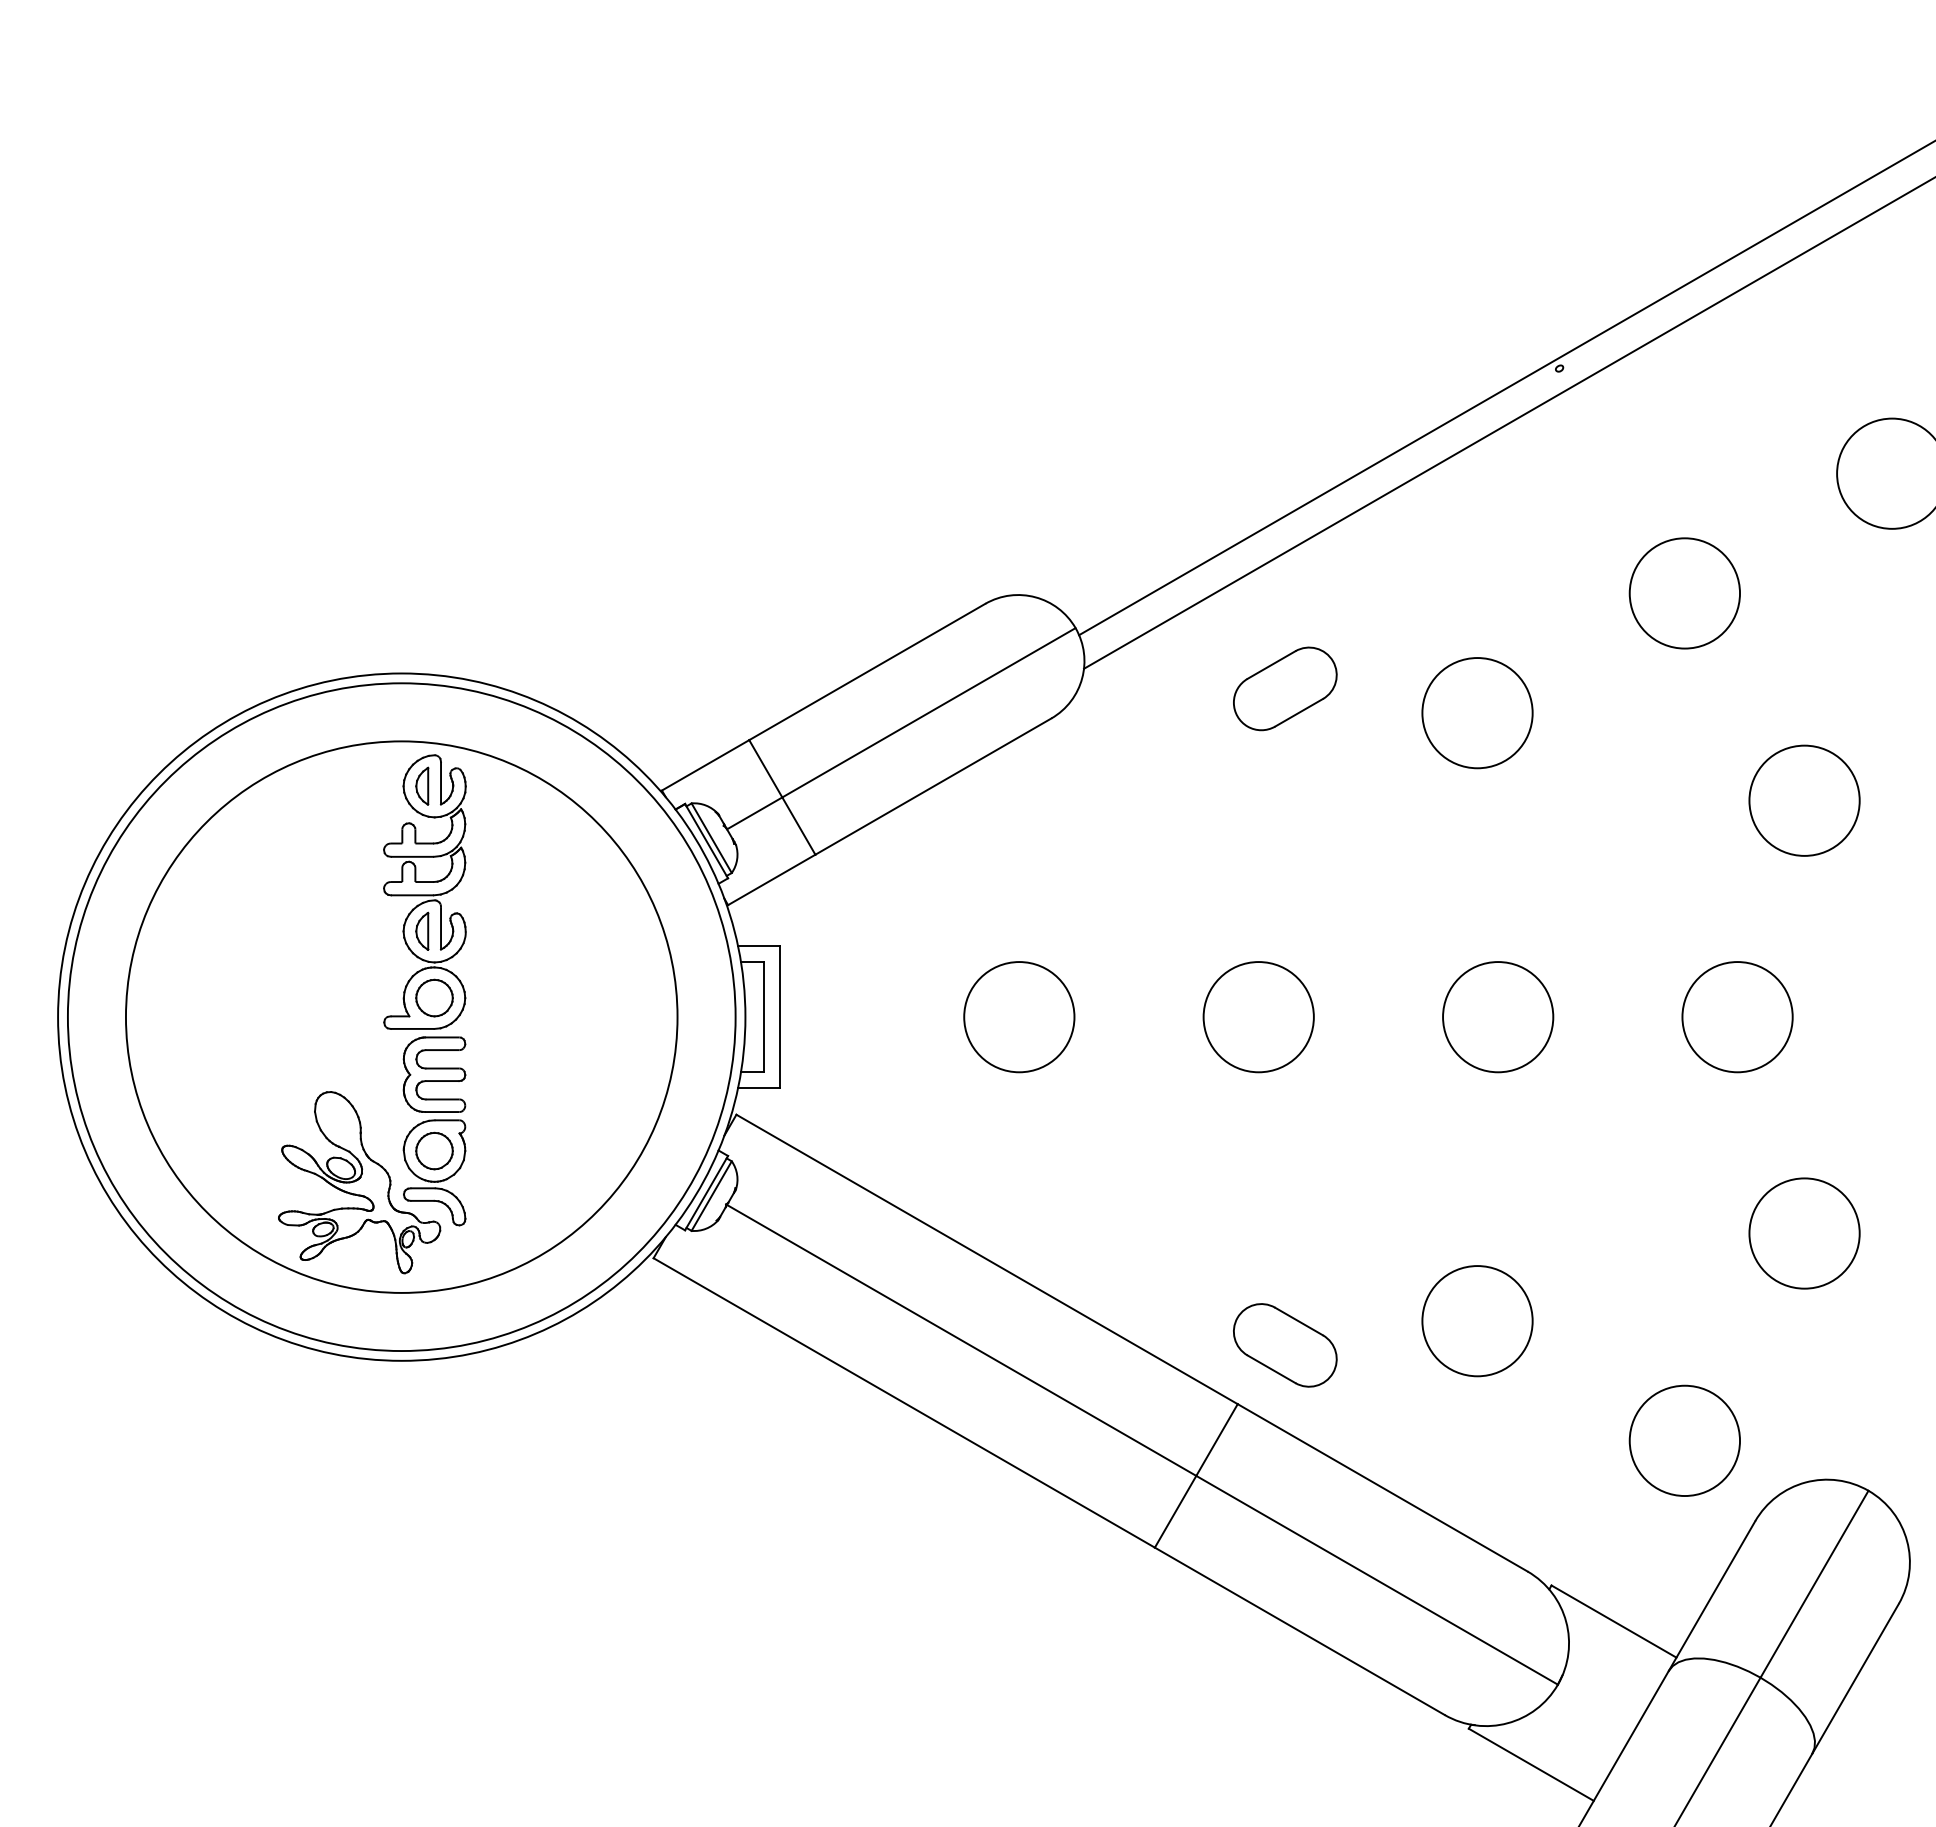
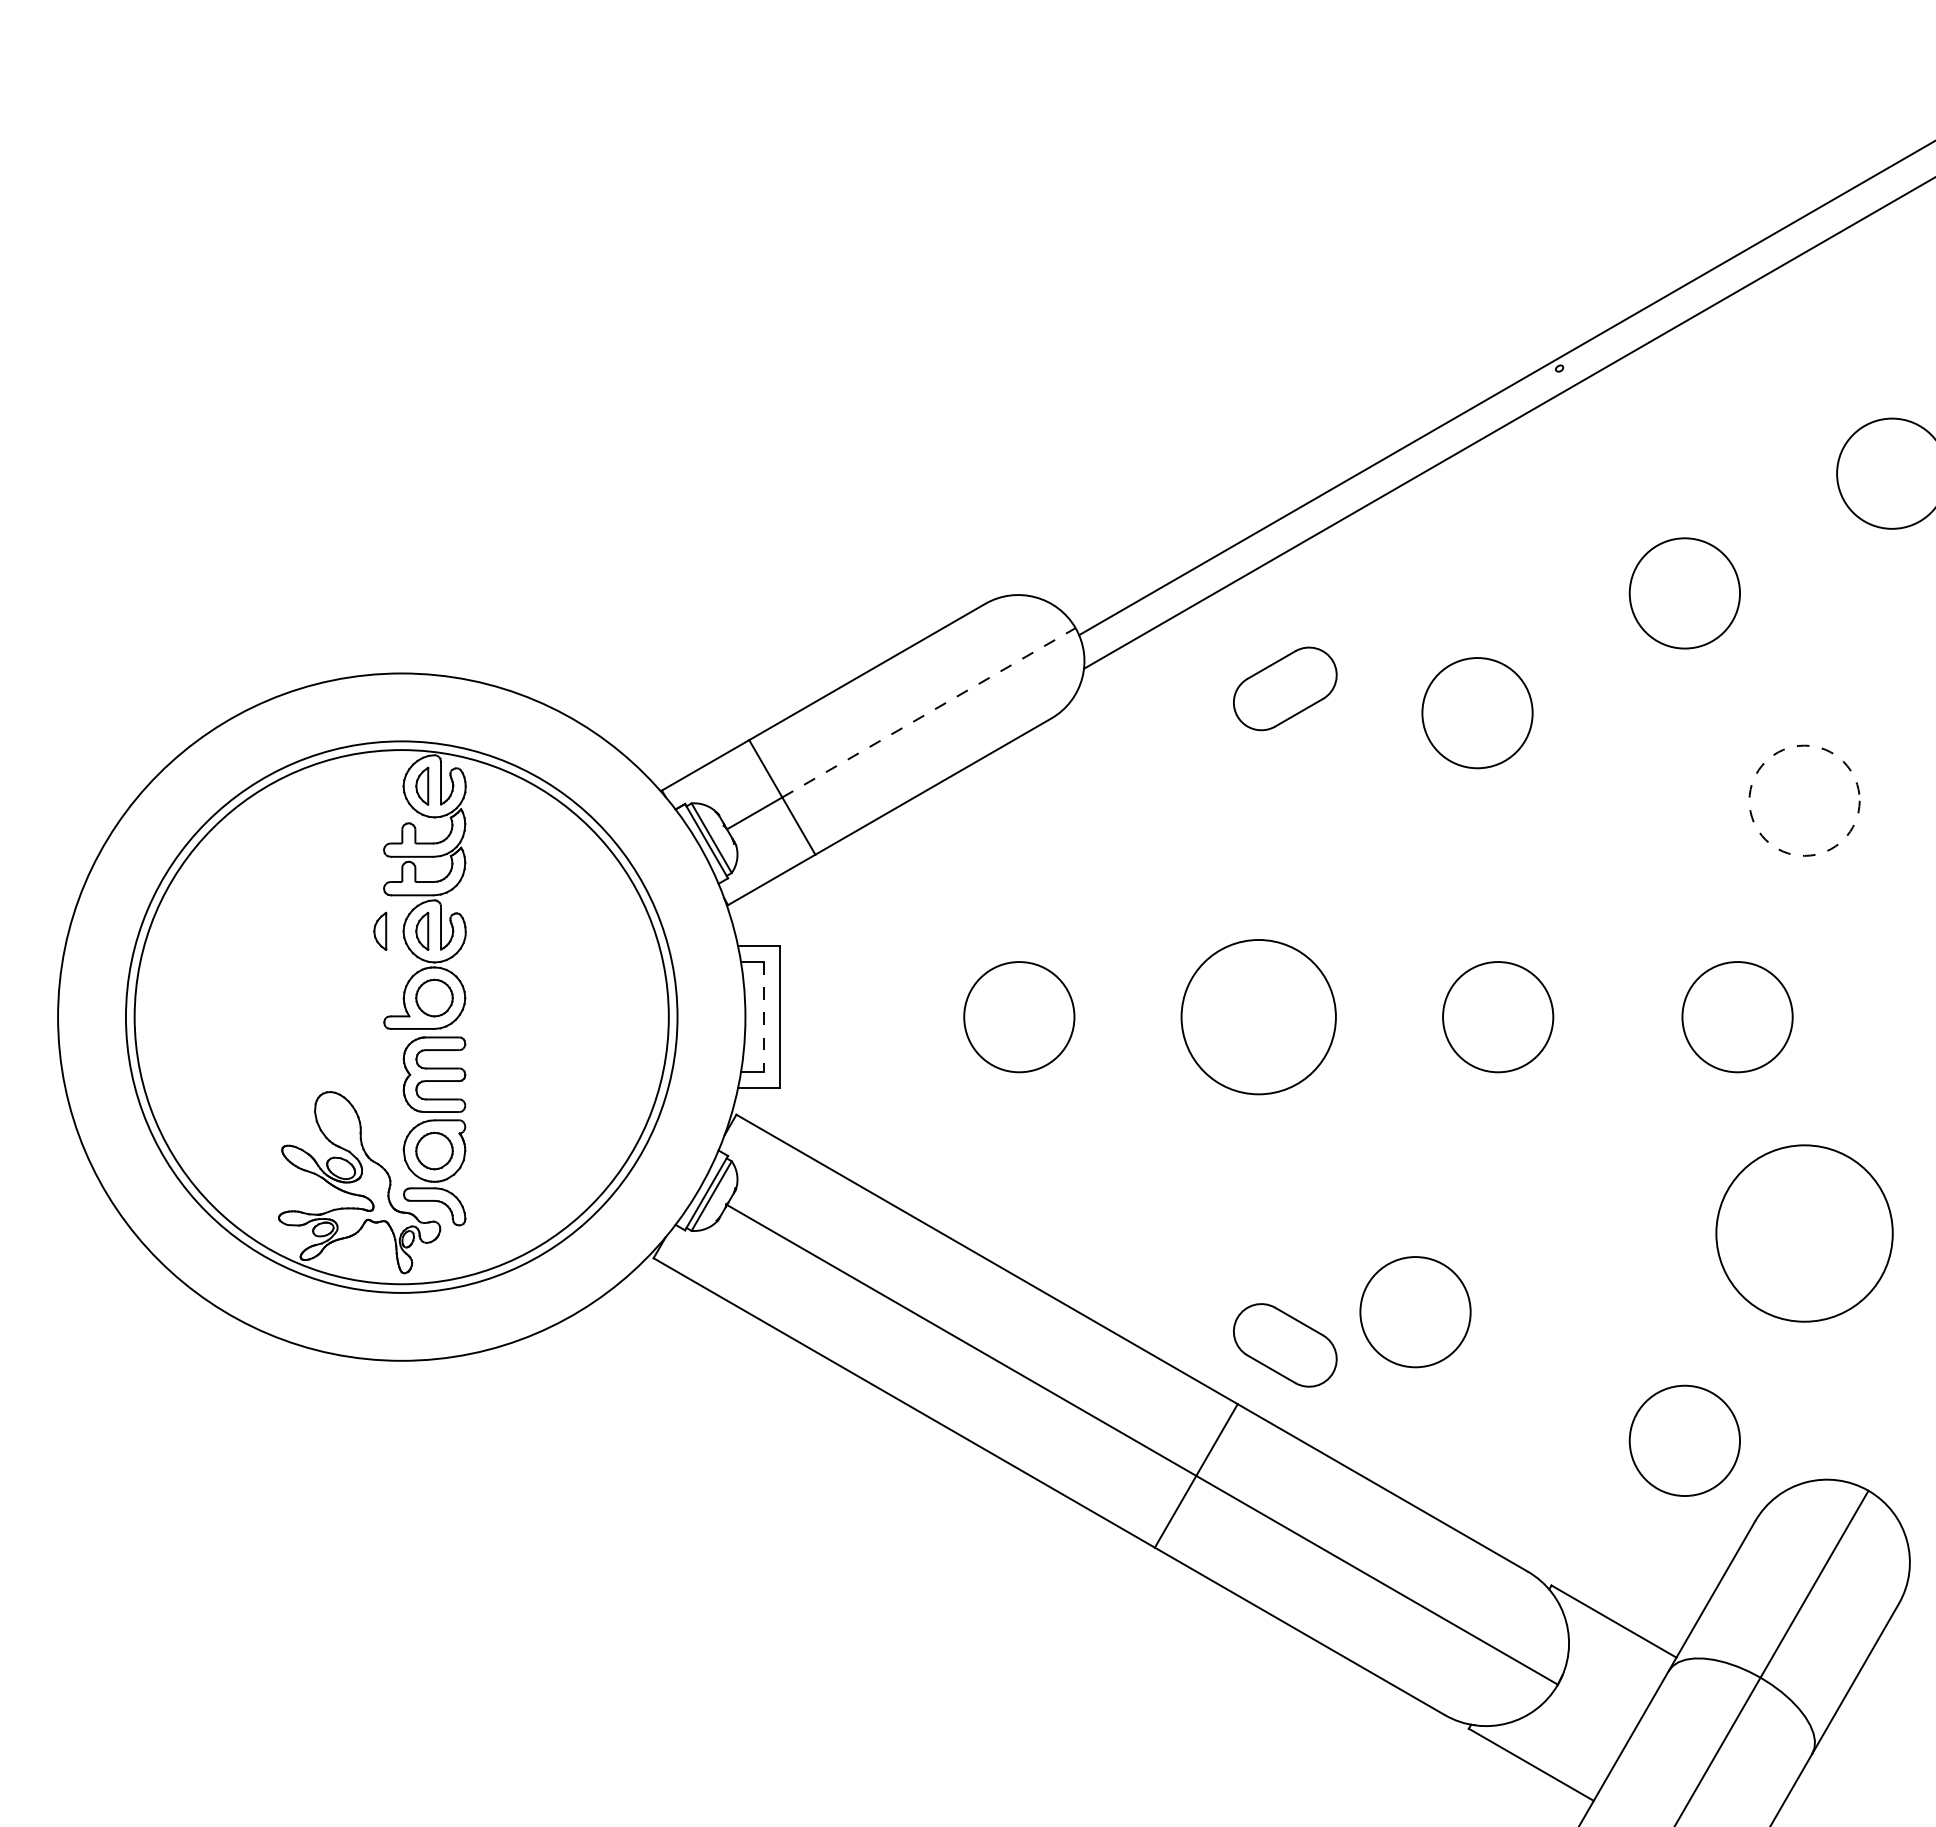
line at (929, 712): solid -> dashed
circle at (1804, 800): solid -> dashed
part at (380, 930): none -> present
circle at (401, 1017) diameter: 668 px -> 534 px
line at (764, 1017): solid -> dashed
circle at (1258, 1017) diameter: 110 px -> 154 px
circle at (1804, 1233) diameter: 110 px -> 176 px
circle at (1477, 1321) position: (1477, 1321) -> (1415, 1312)
